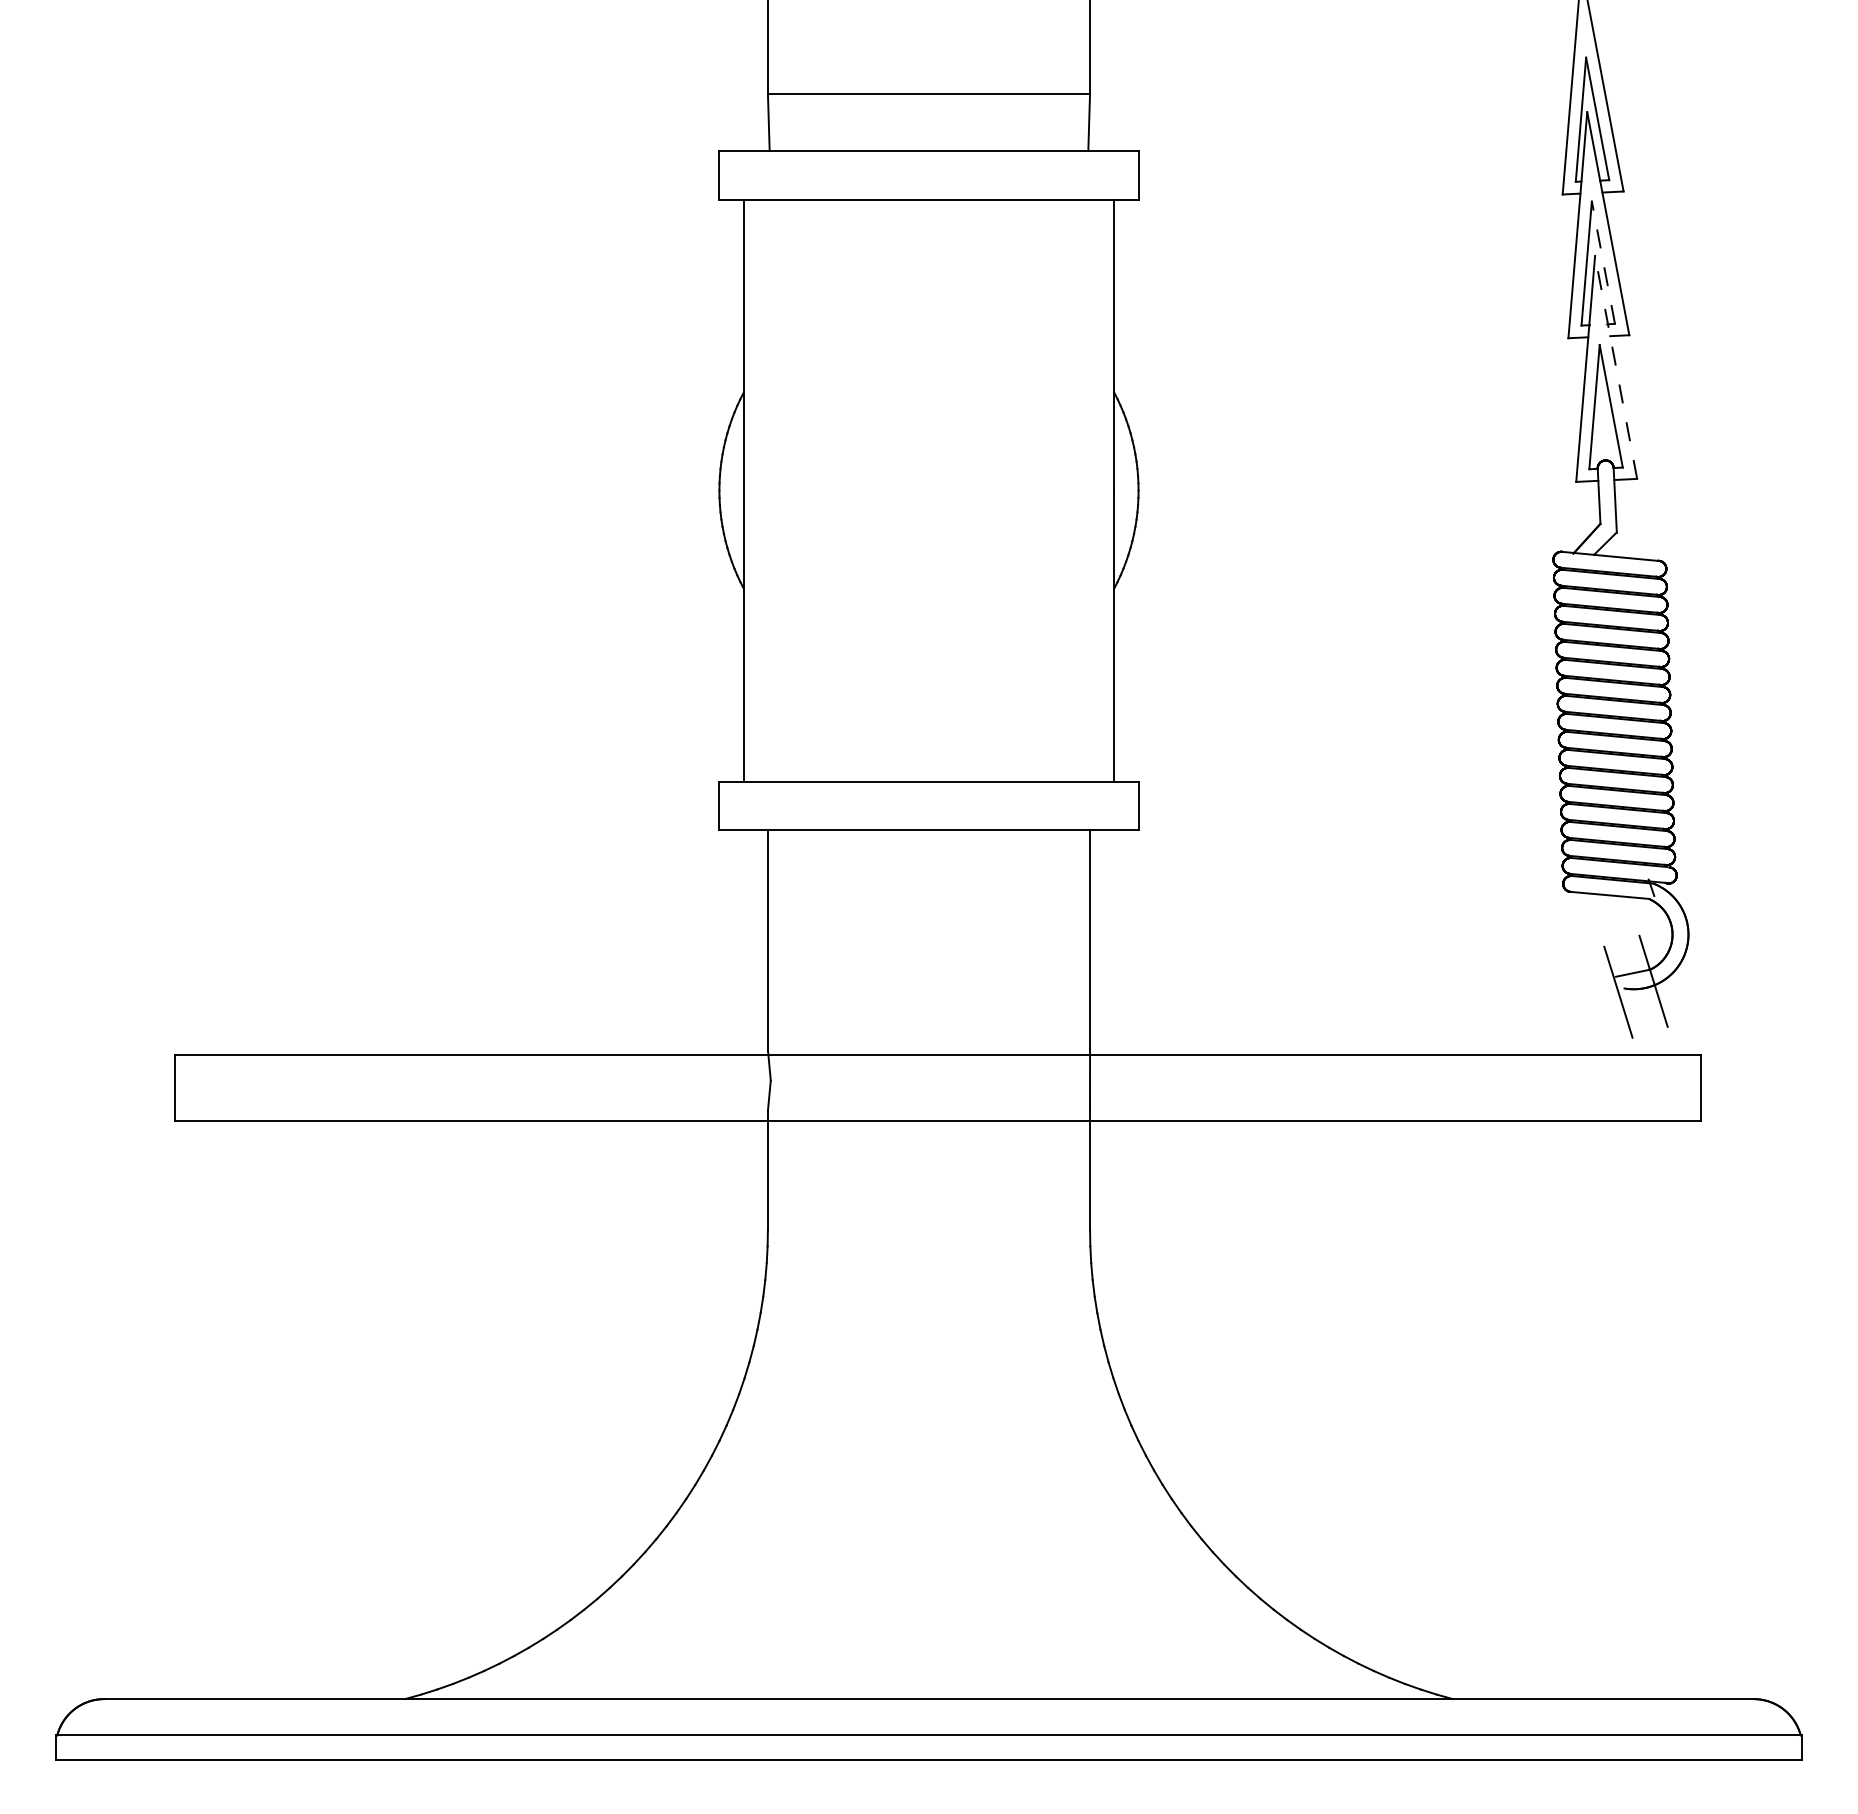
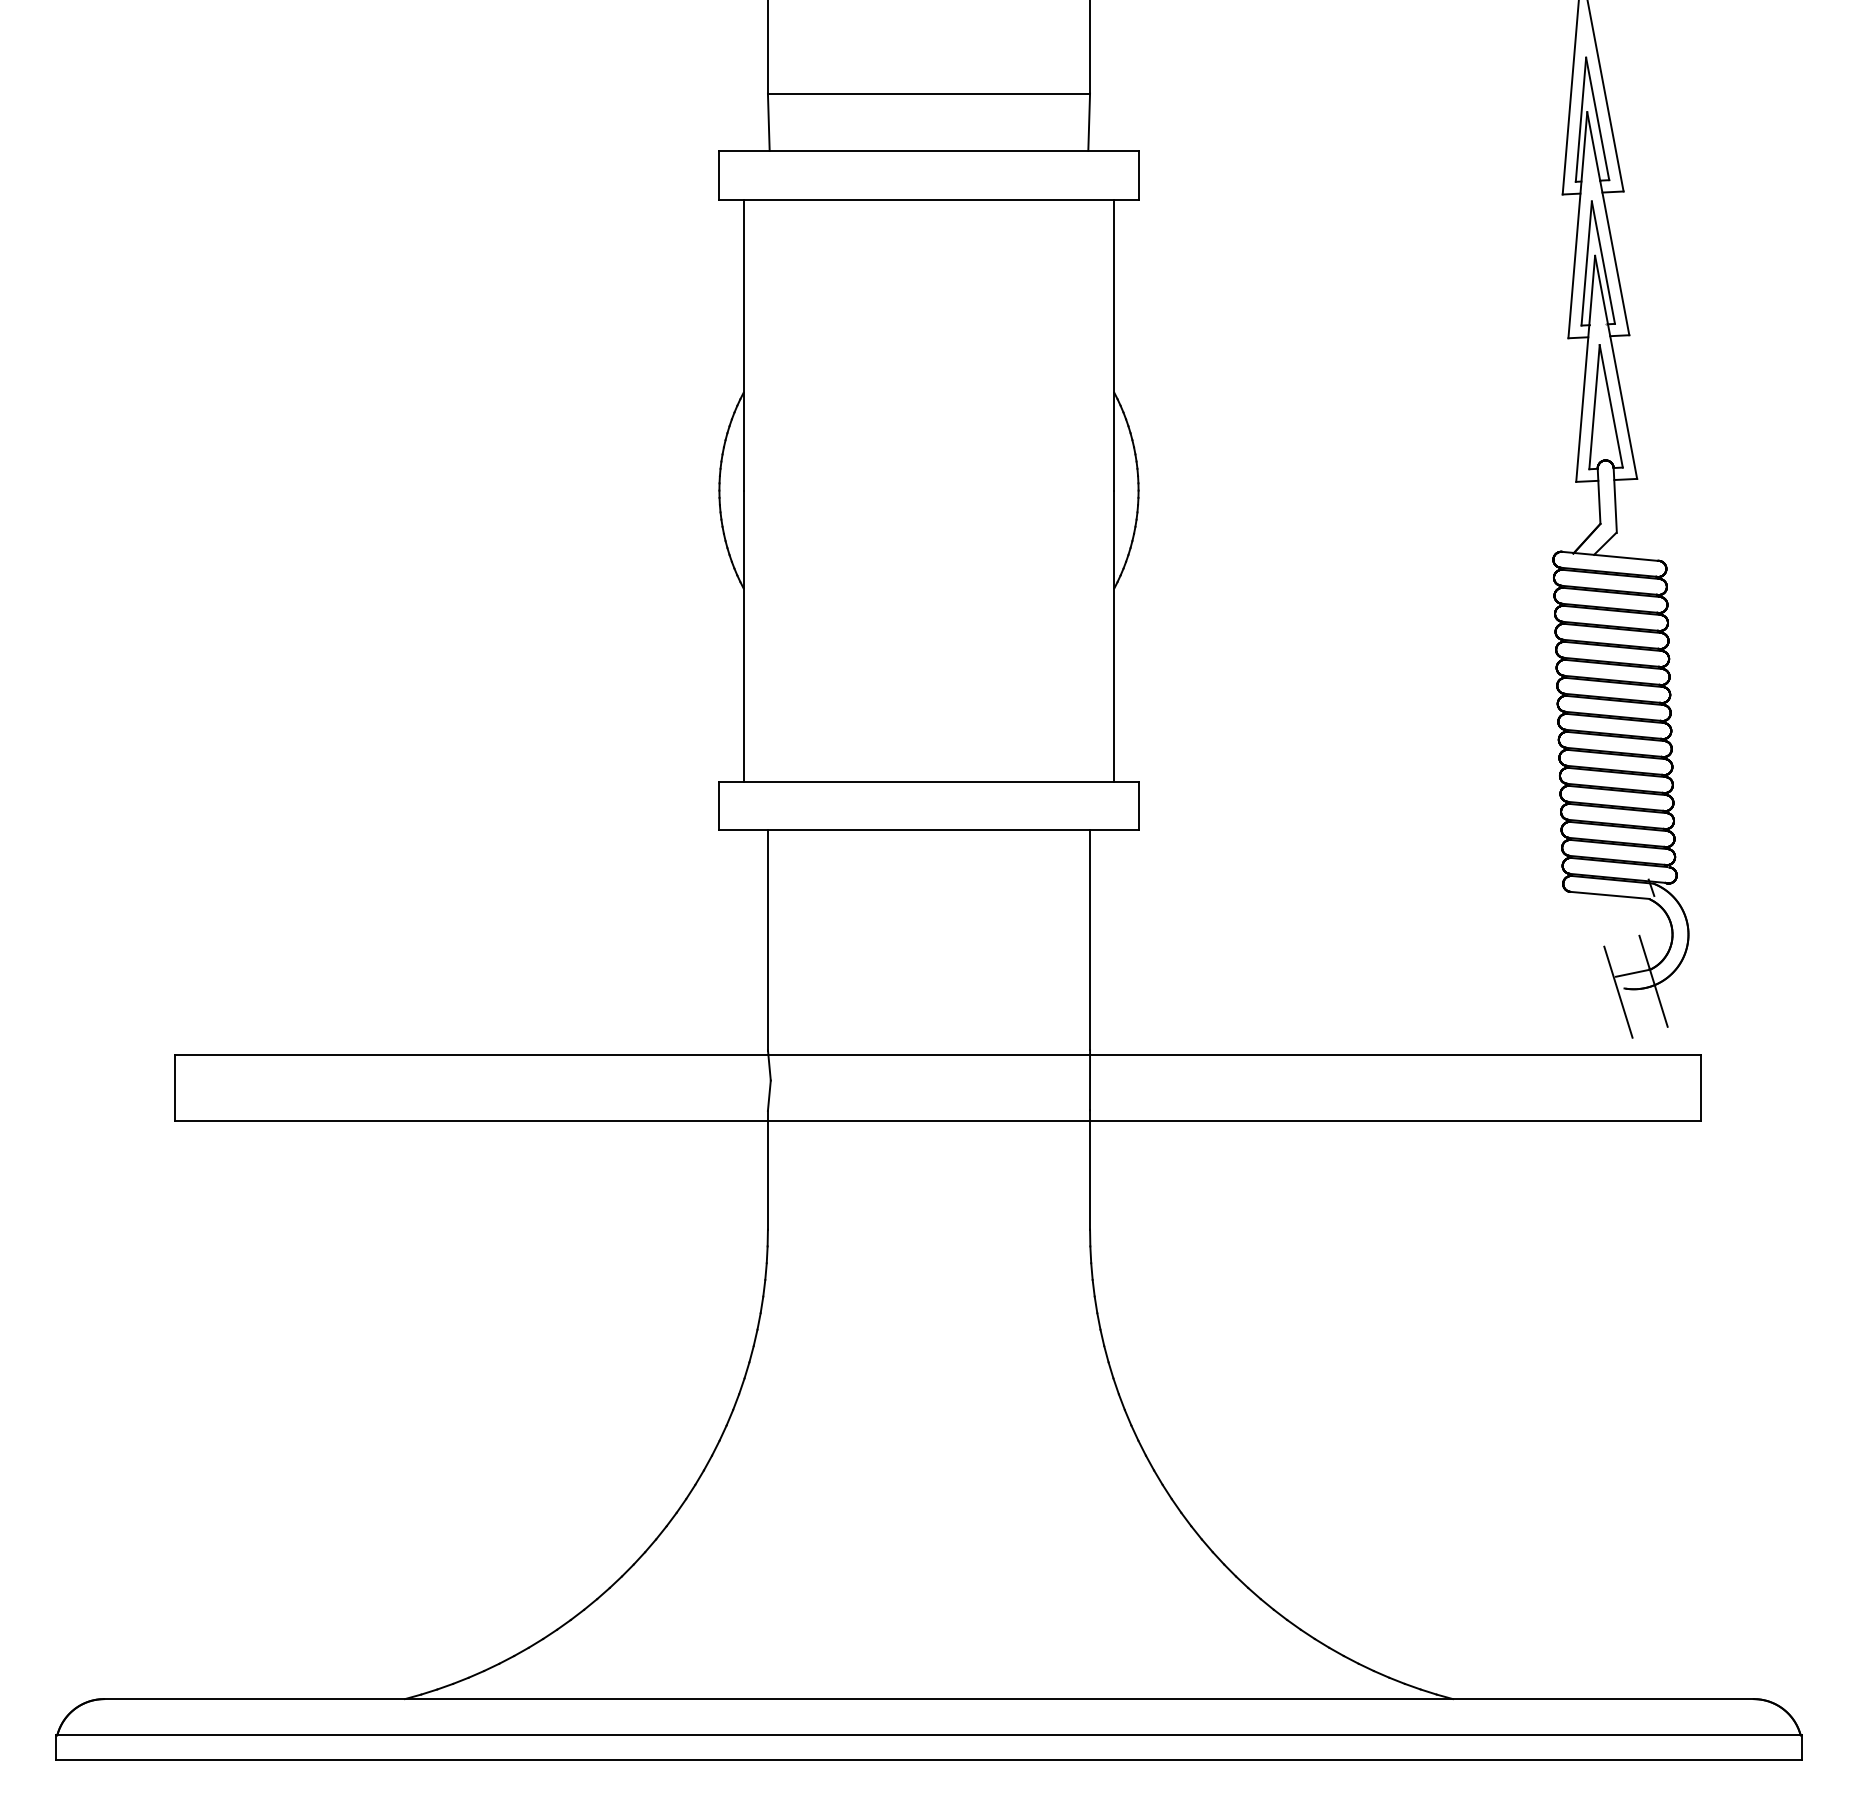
line at (1603, 262): dashed -> solid
line at (1616, 366): dashed -> solid
